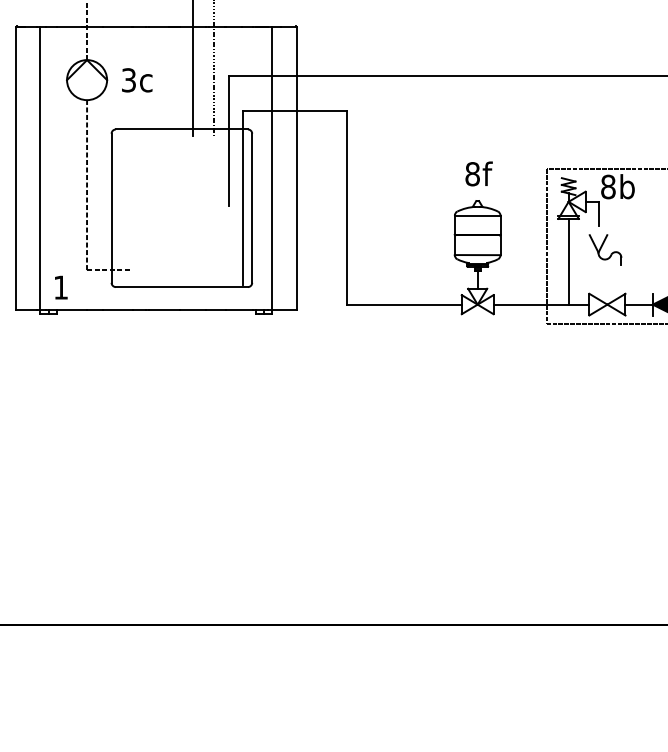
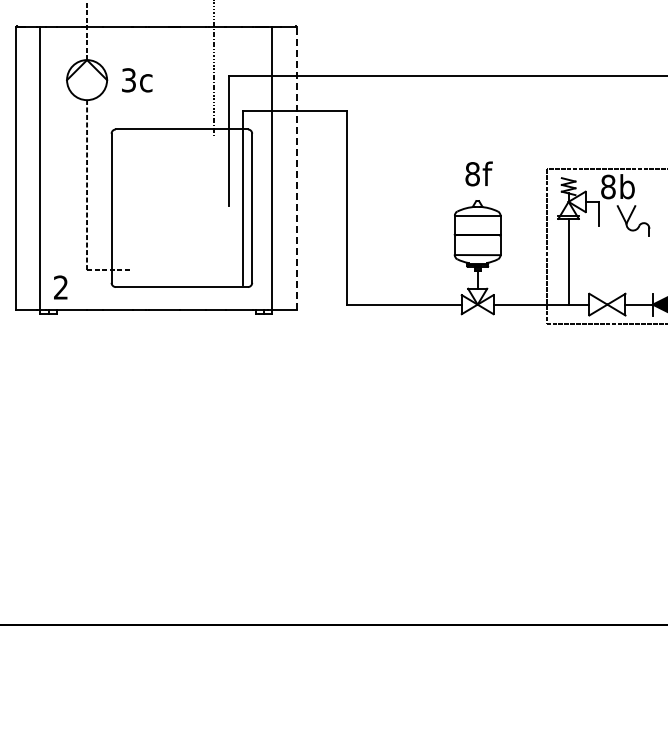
line at (193, 69): present -> none
line at (296, 167): solid -> dashed
part at (605, 249) position: (605, 249) -> (633, 220)
text at (60, 287): 1 -> 2
